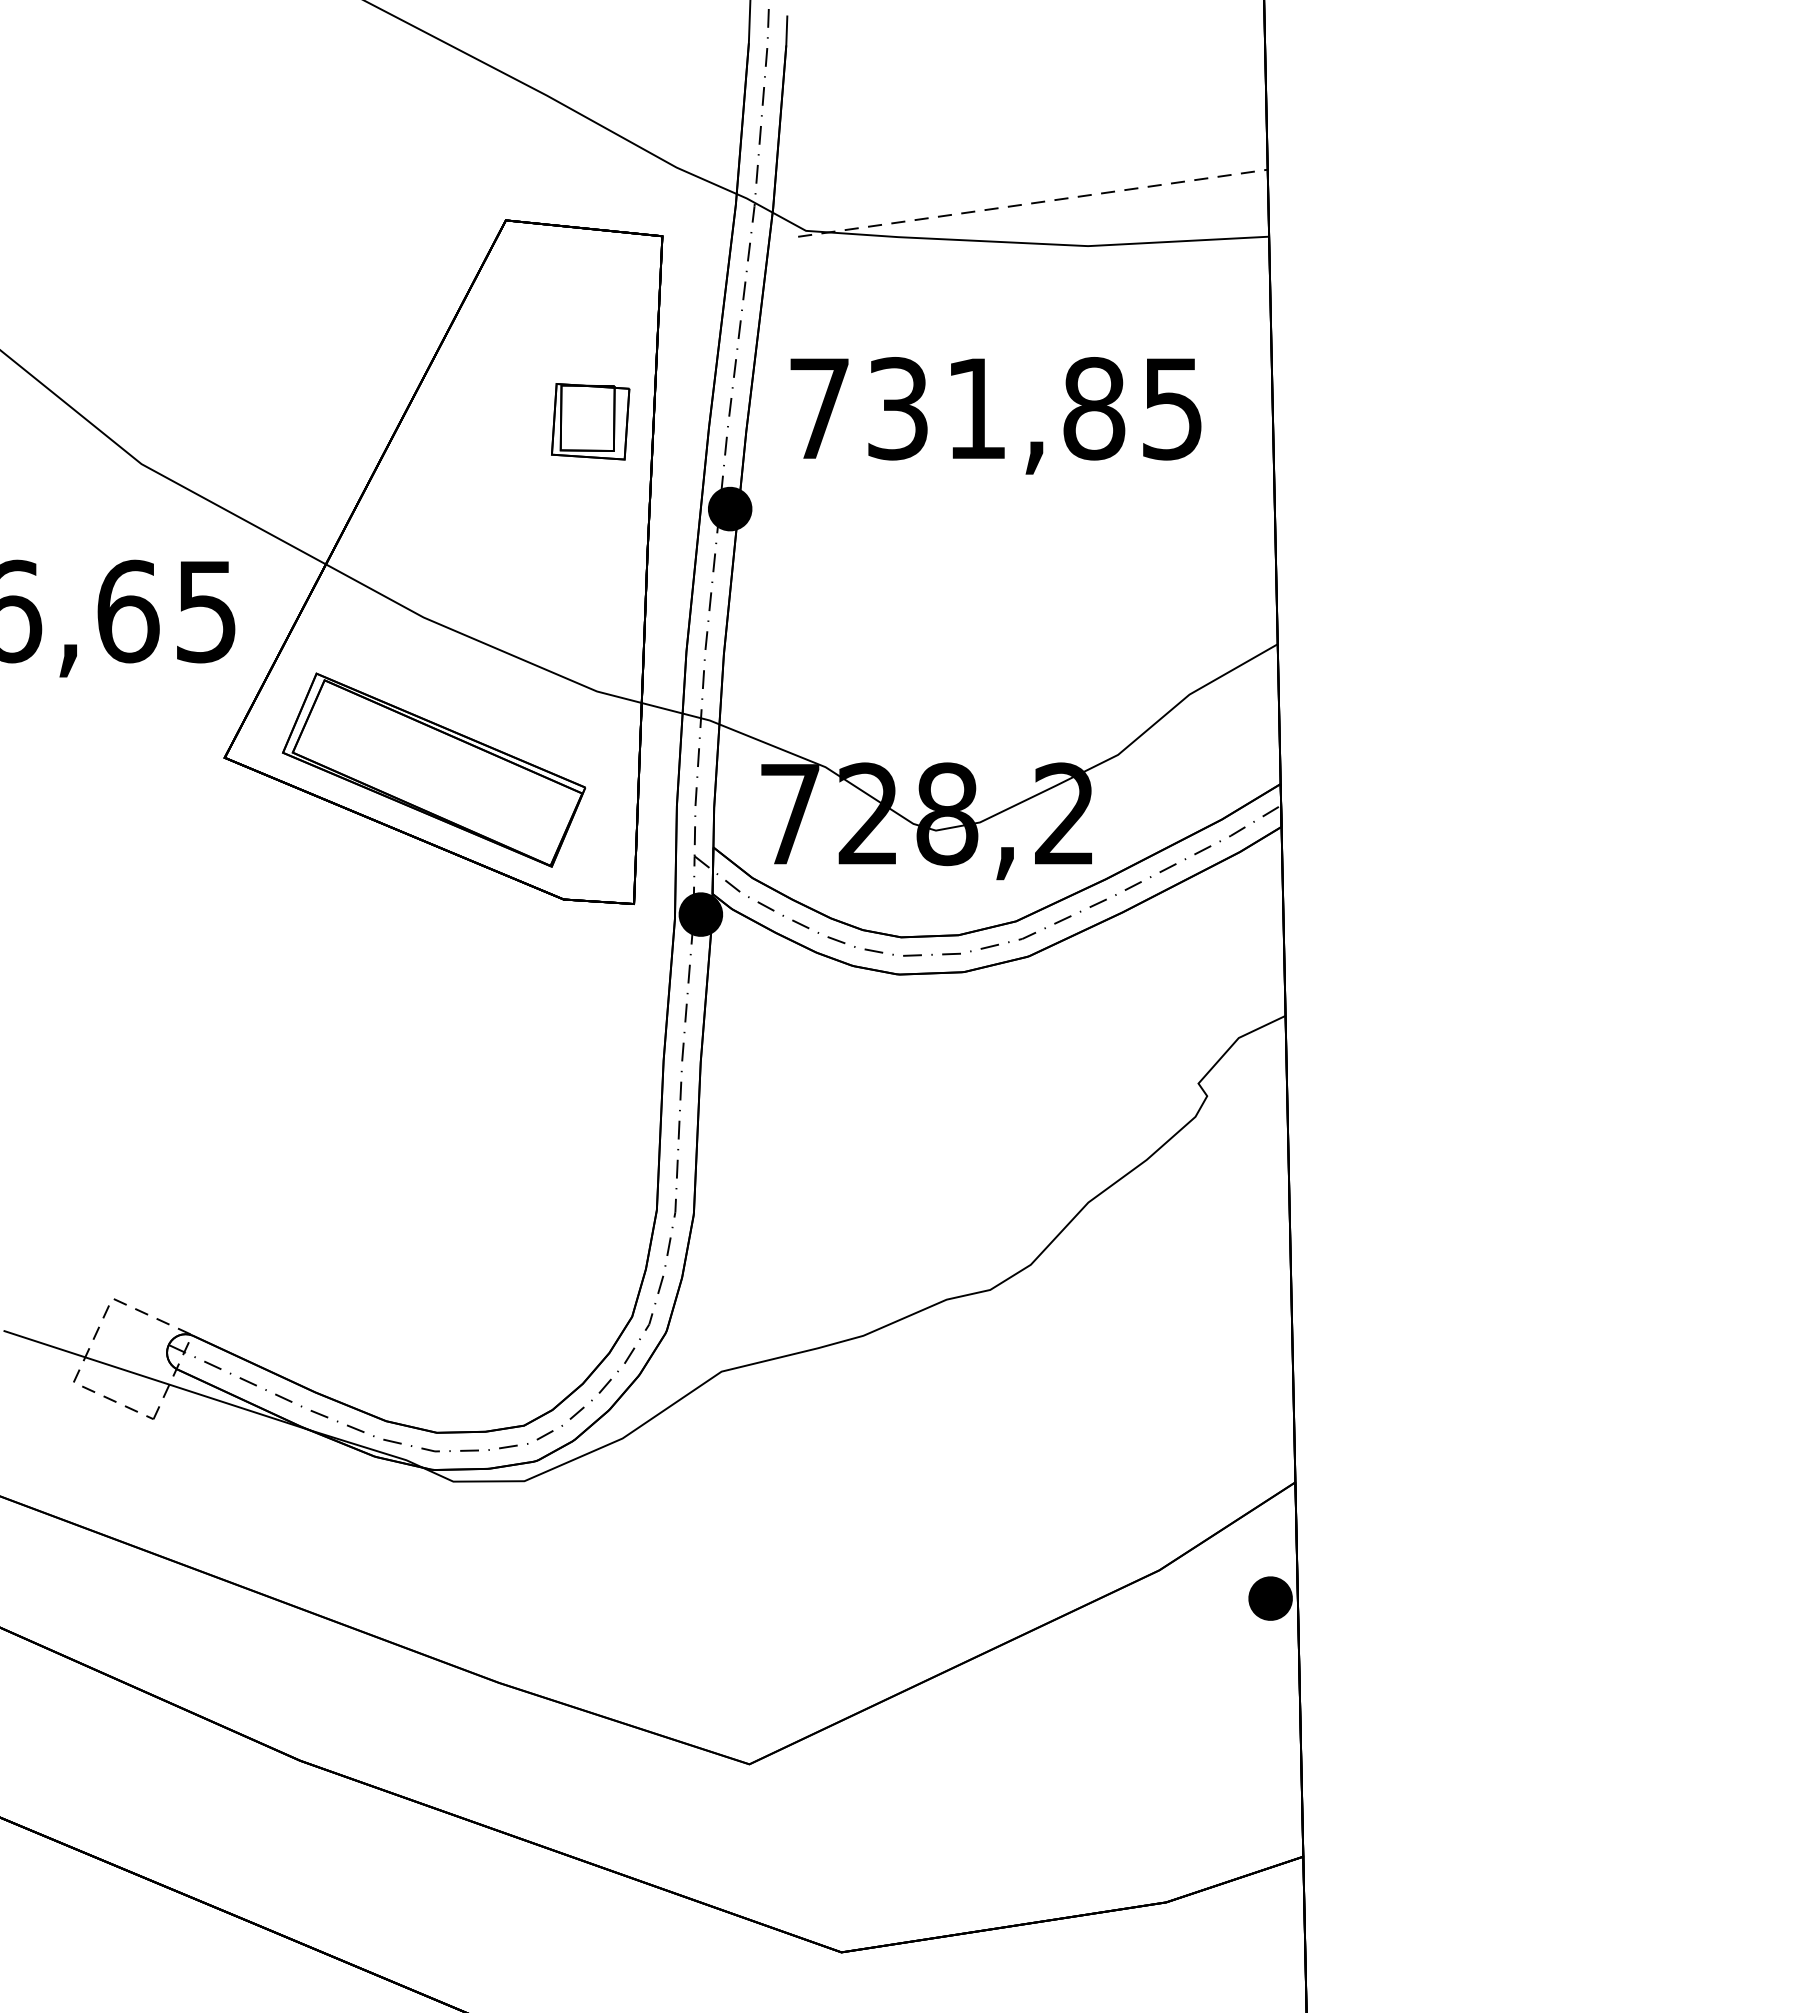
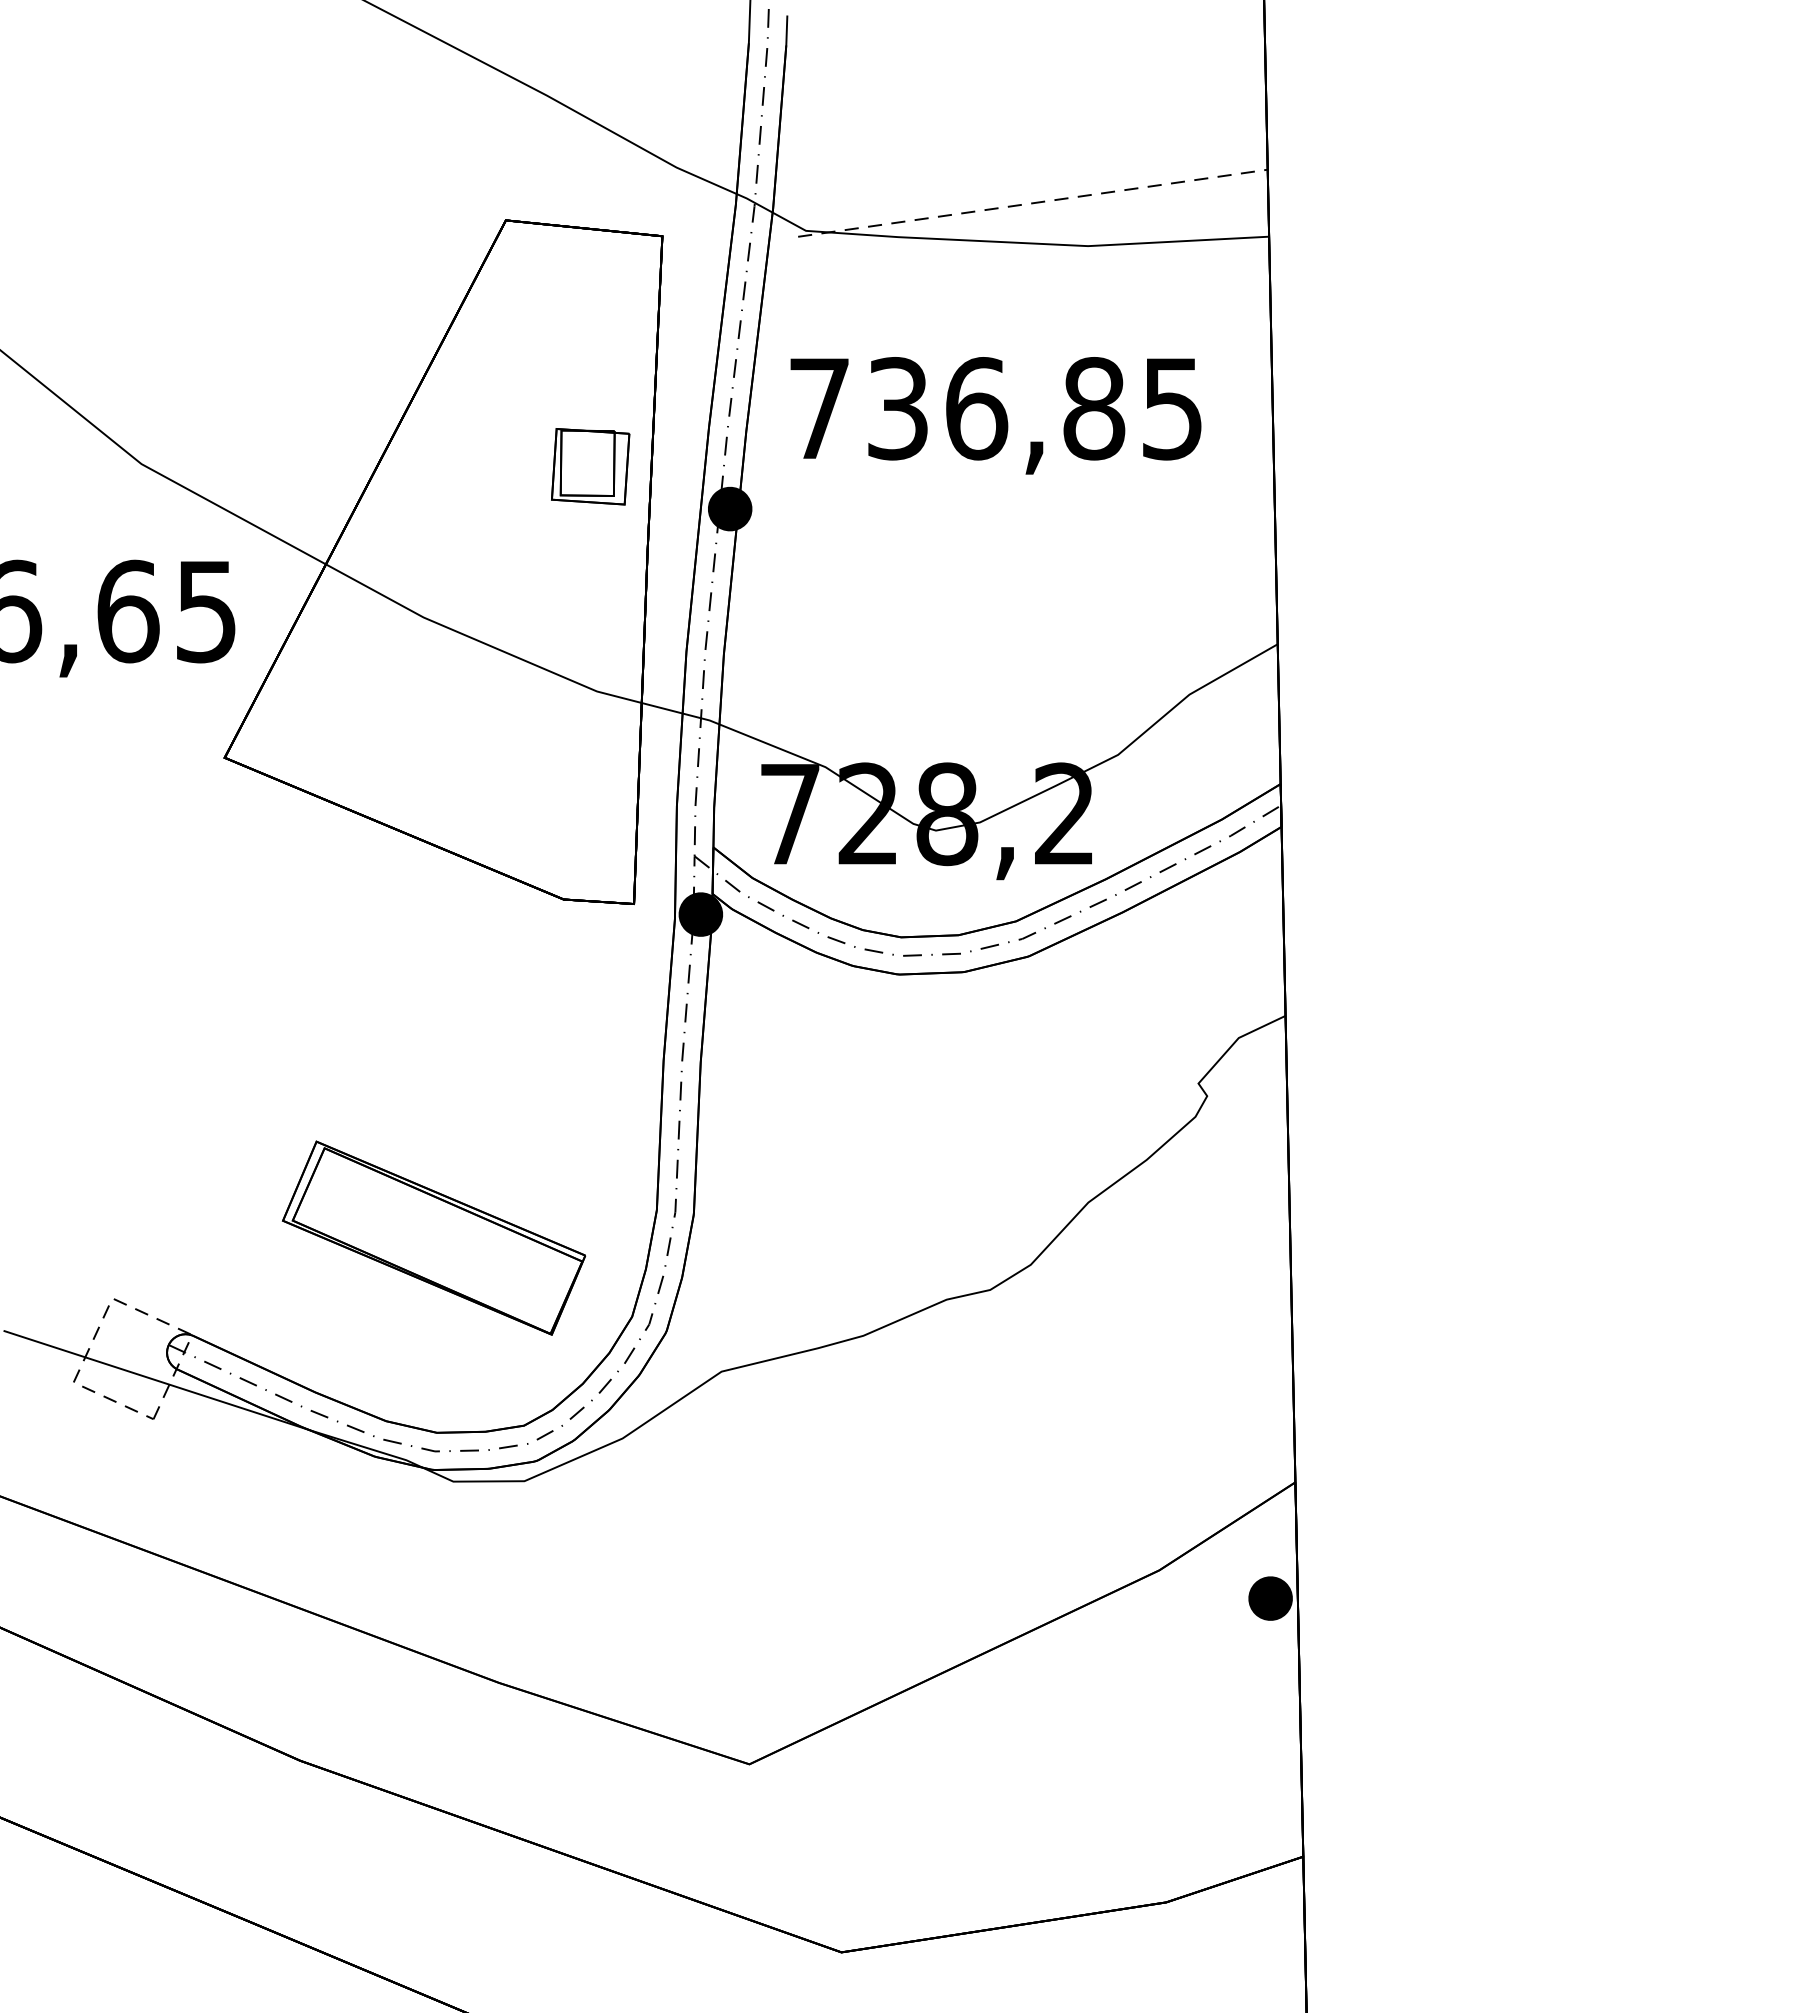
text at (977, 408): 731,85 -> 736,85
part at (590, 421) position: (590, 421) -> (590, 466)
part at (434, 769) position: (434, 769) -> (434, 1237)
